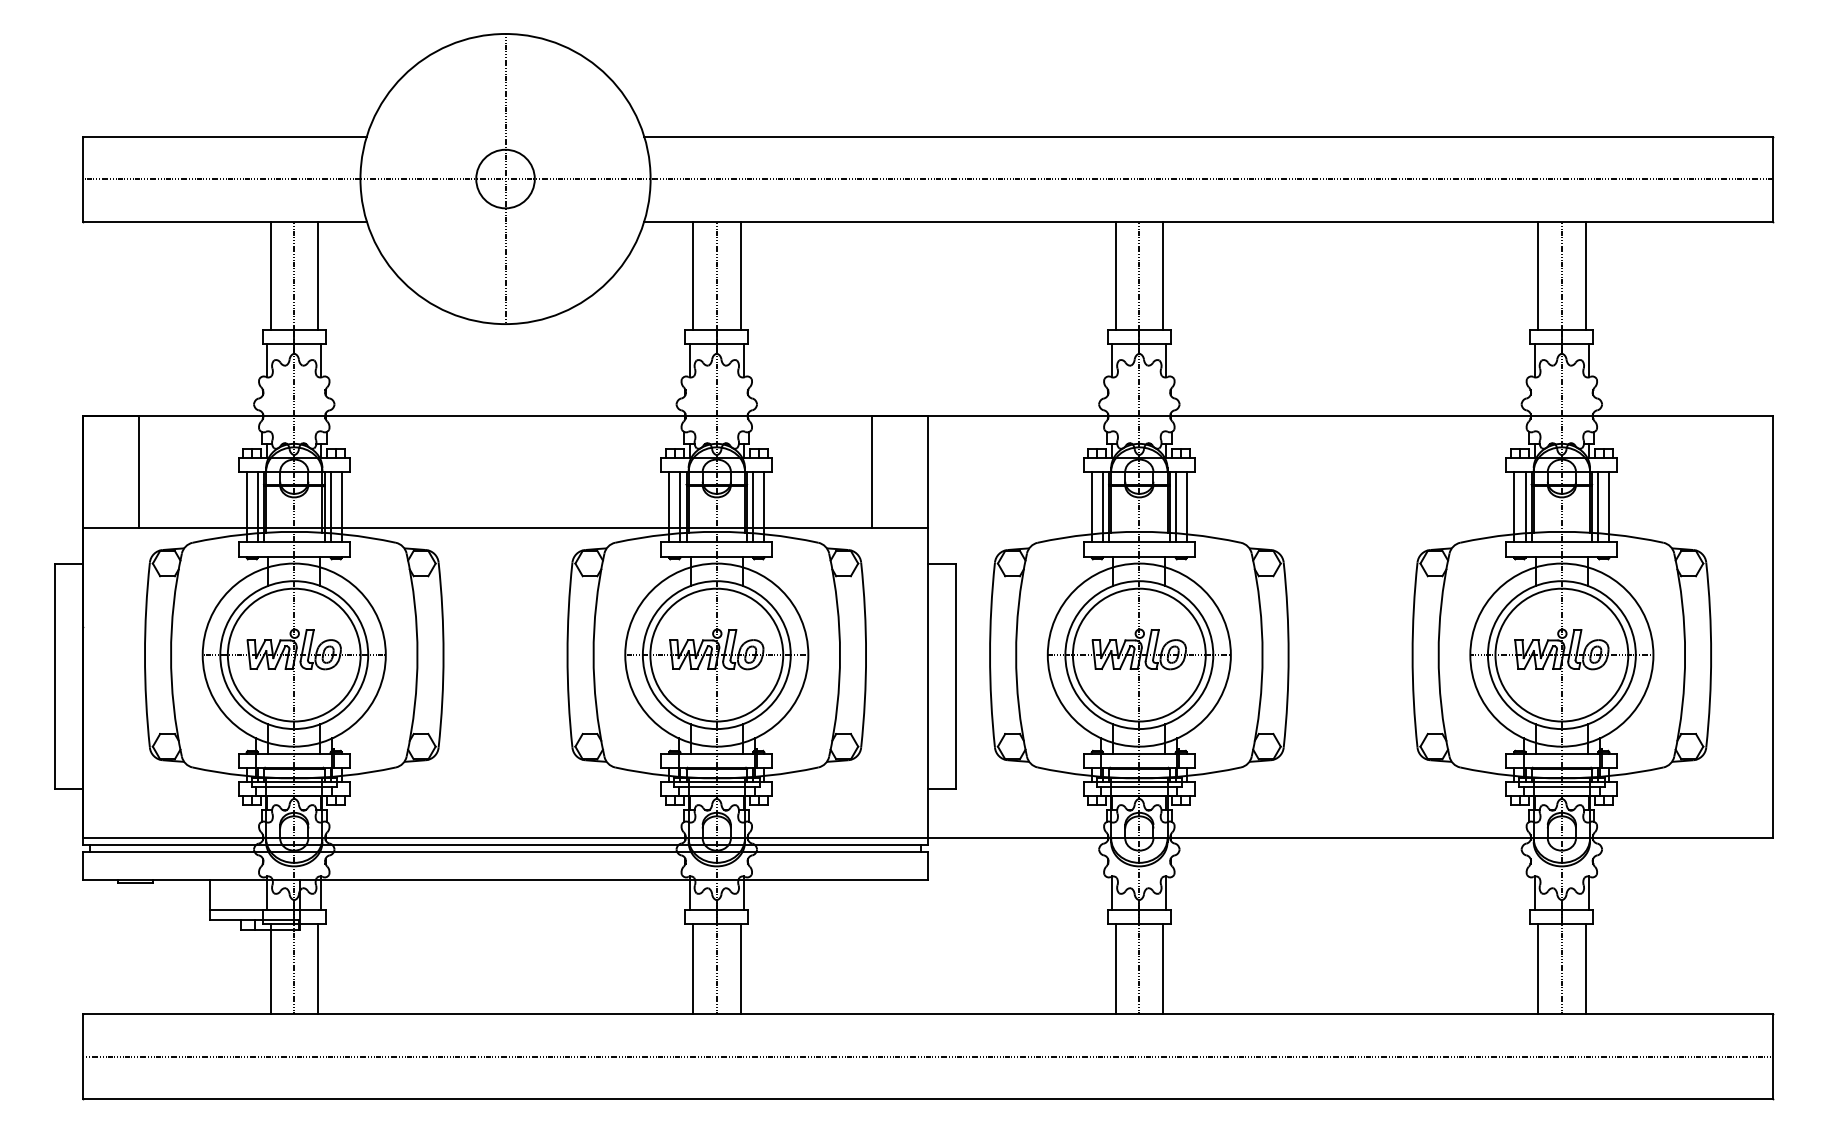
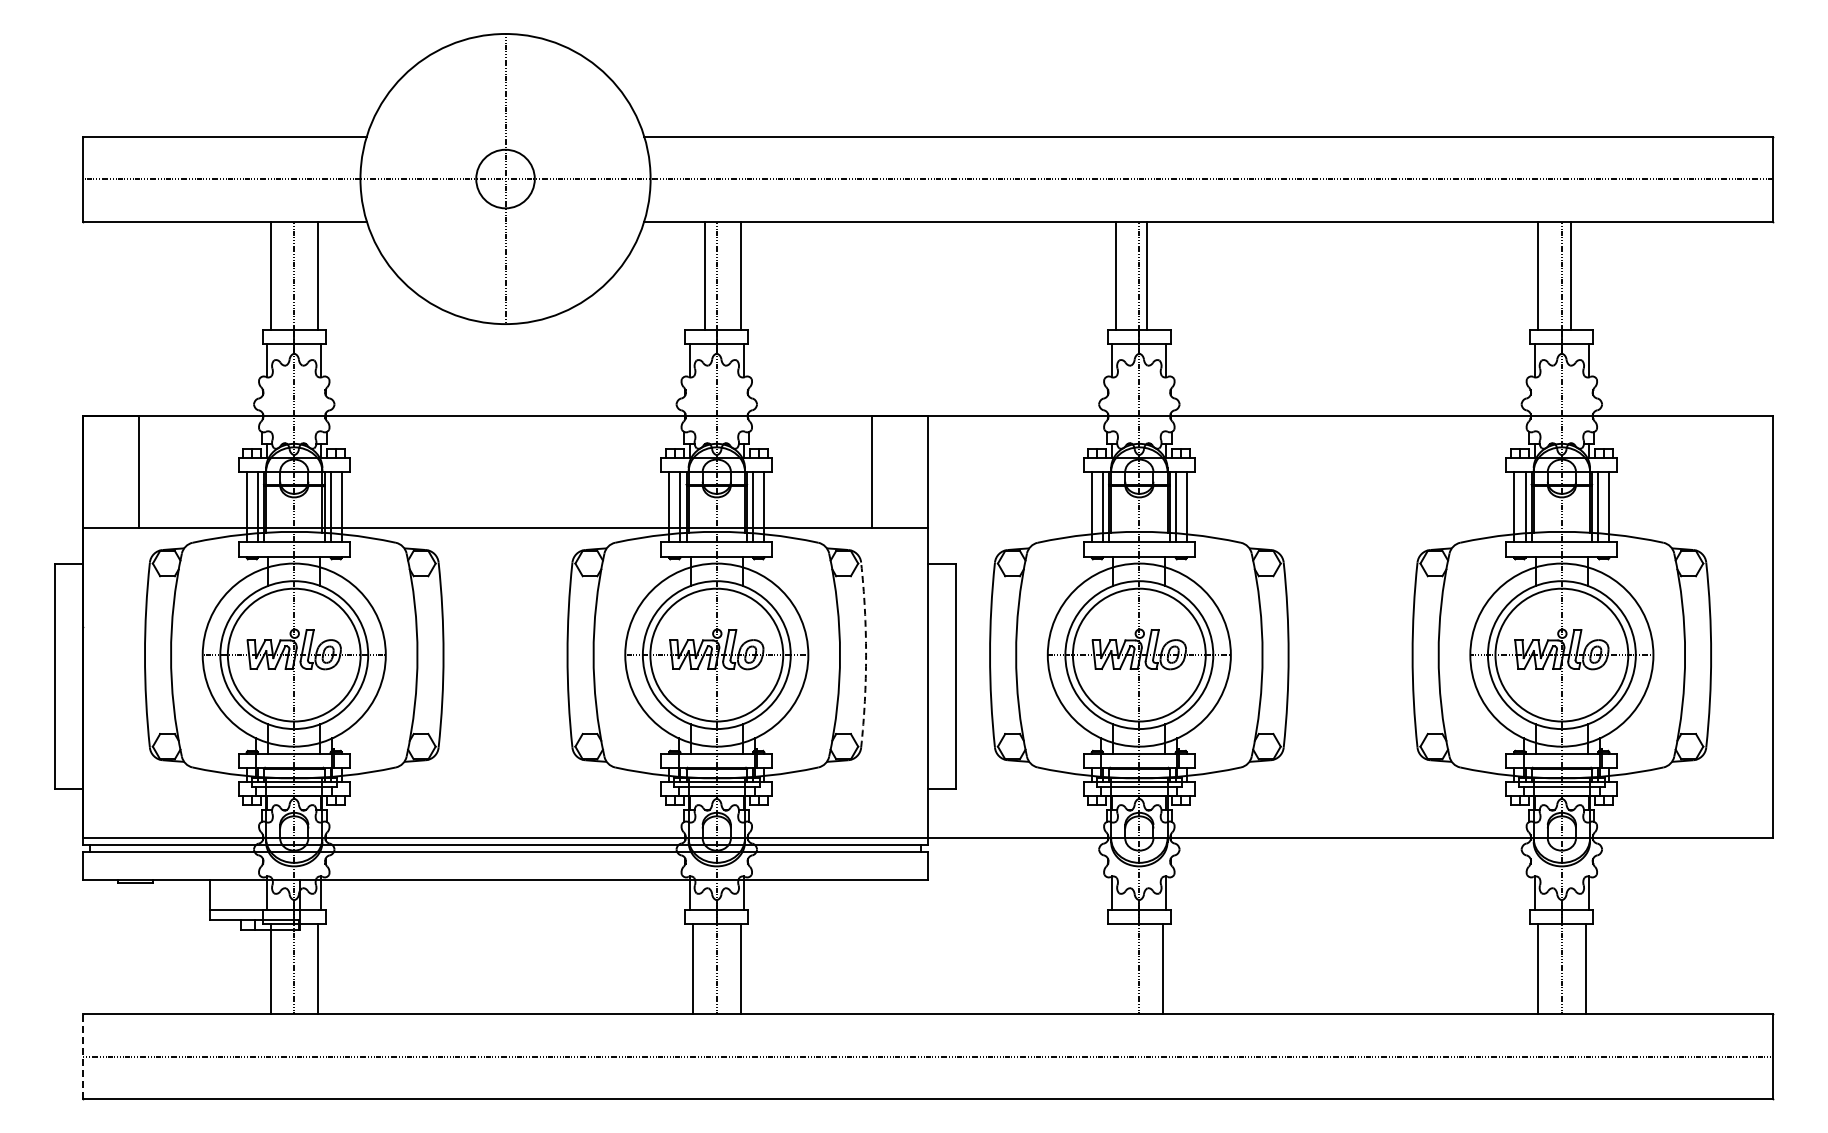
line at (693, 275) position: (693, 275) -> (705, 275)
line at (1163, 275) position: (1163, 275) -> (1147, 275)
line at (1585, 275) position: (1585, 275) -> (1570, 275)
arc at (866, 655): solid -> dashed
line at (1115, 969): present -> none
line at (83, 1056): solid -> dashed
